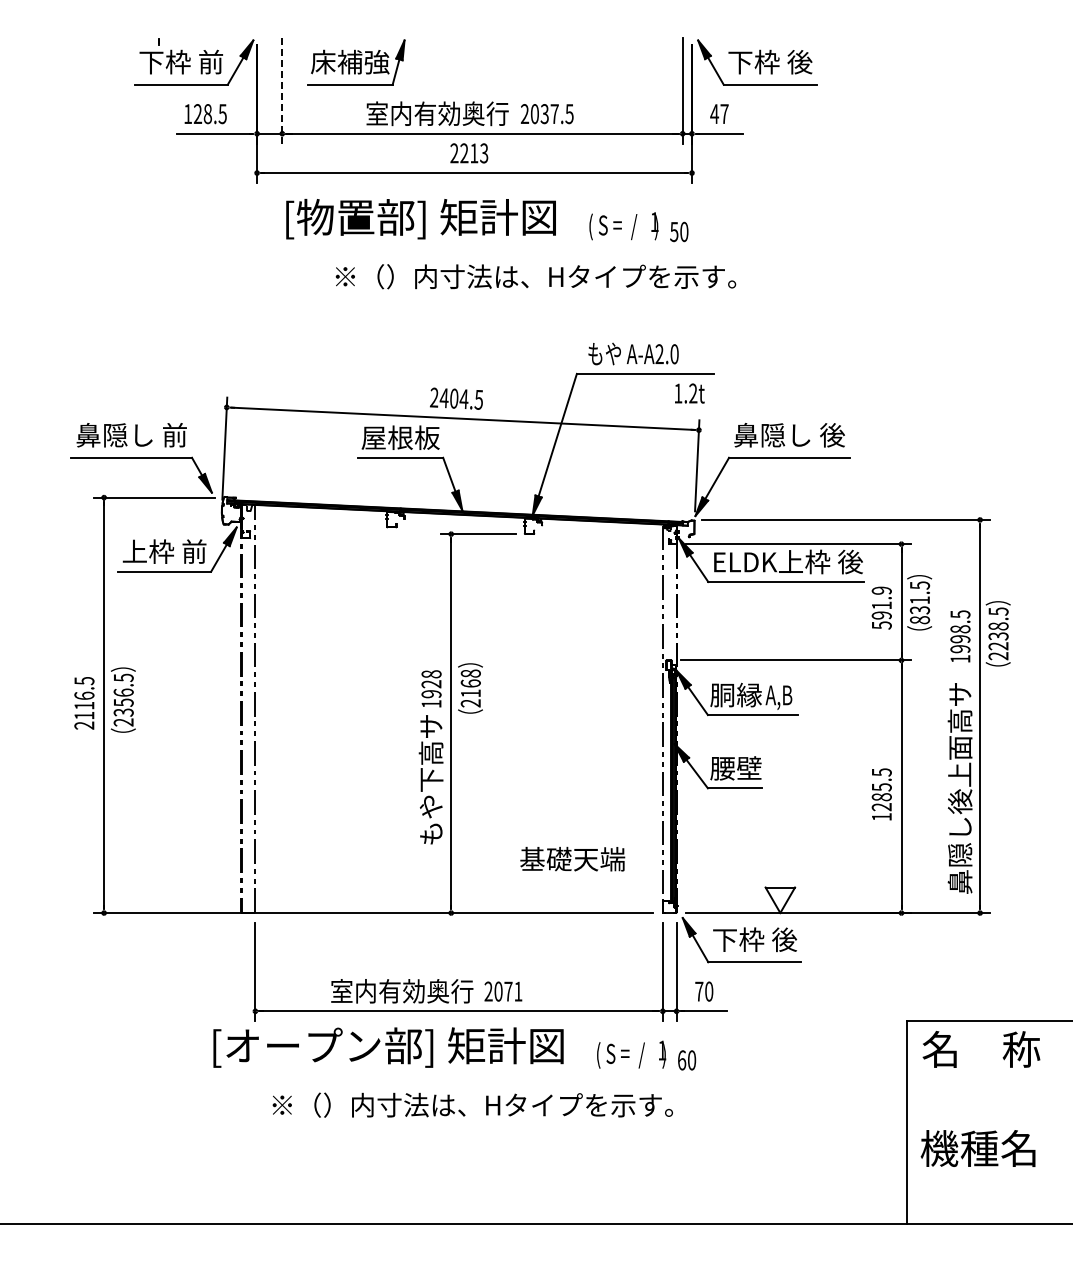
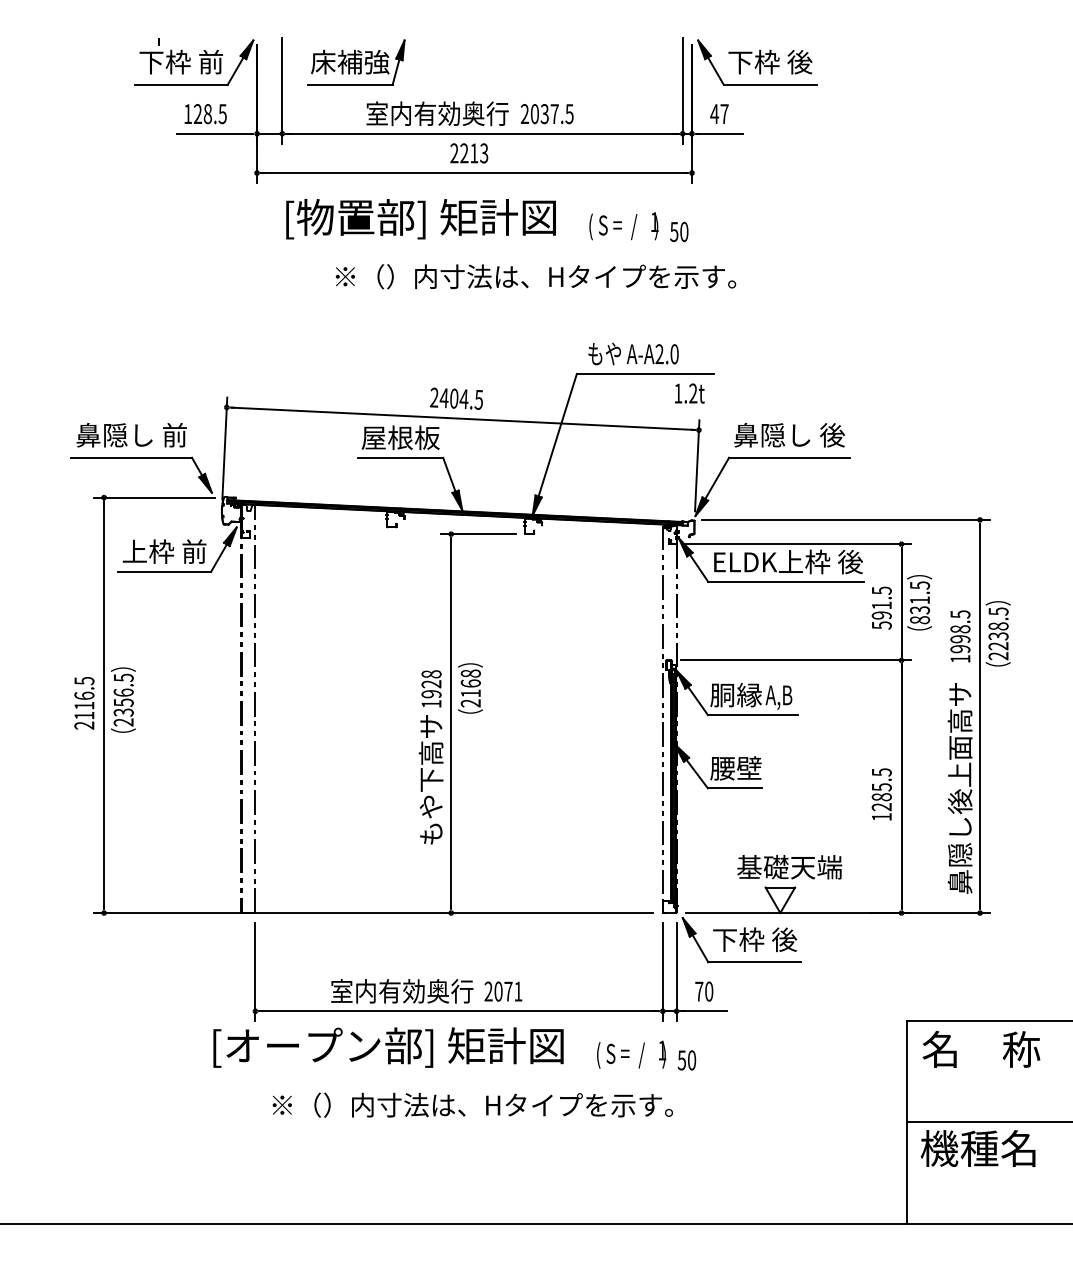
line at (282, 90): dashed -> solid
text at (881, 590): 591.9 -> 591.5
text at (572, 858) position: (572, 858) -> (789, 866)
text at (681, 1060): 60 -> 50
line at (988, 1122): none -> present
